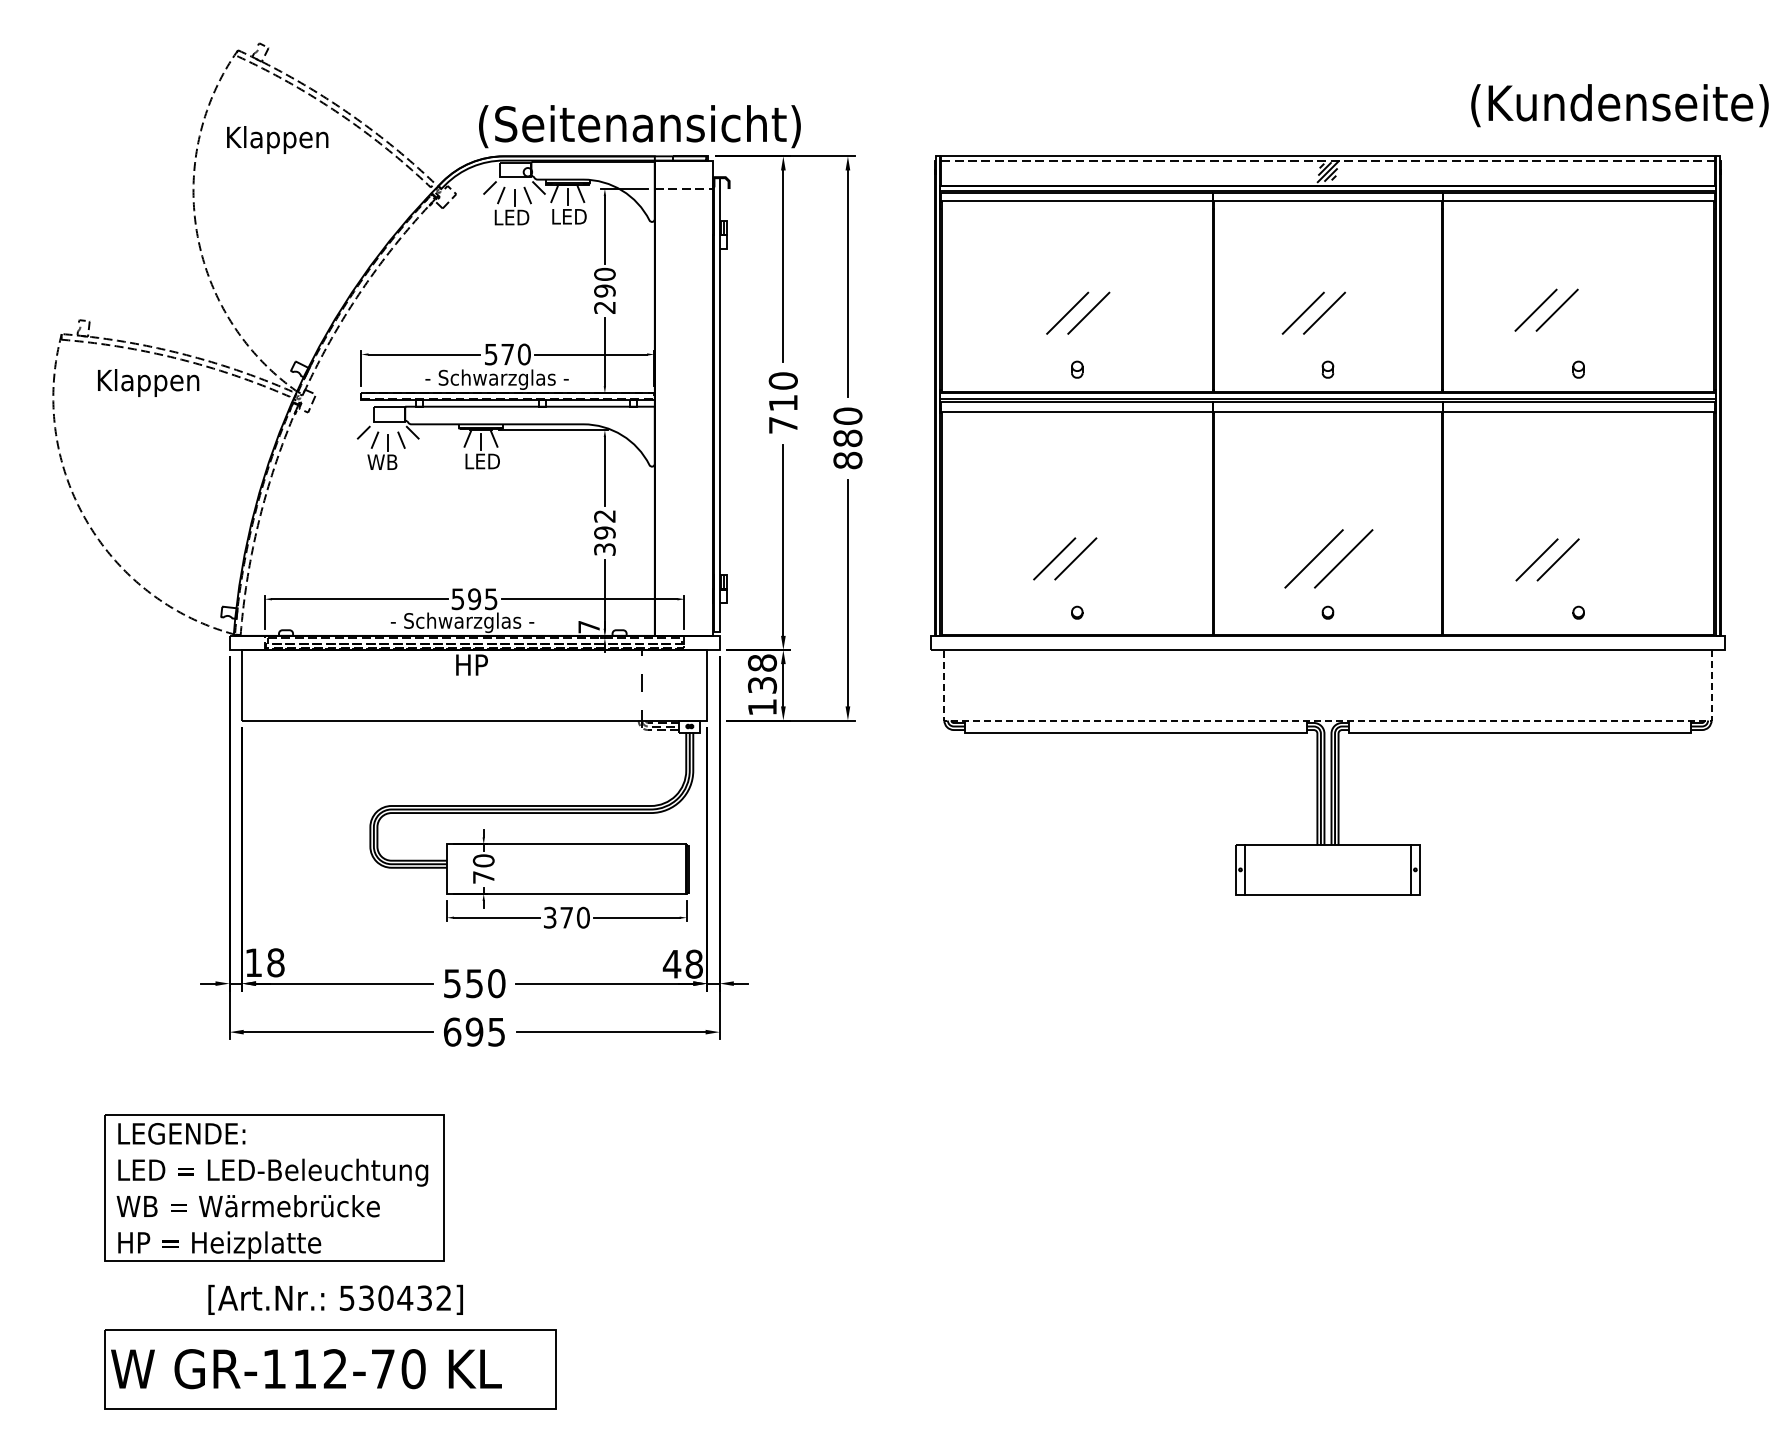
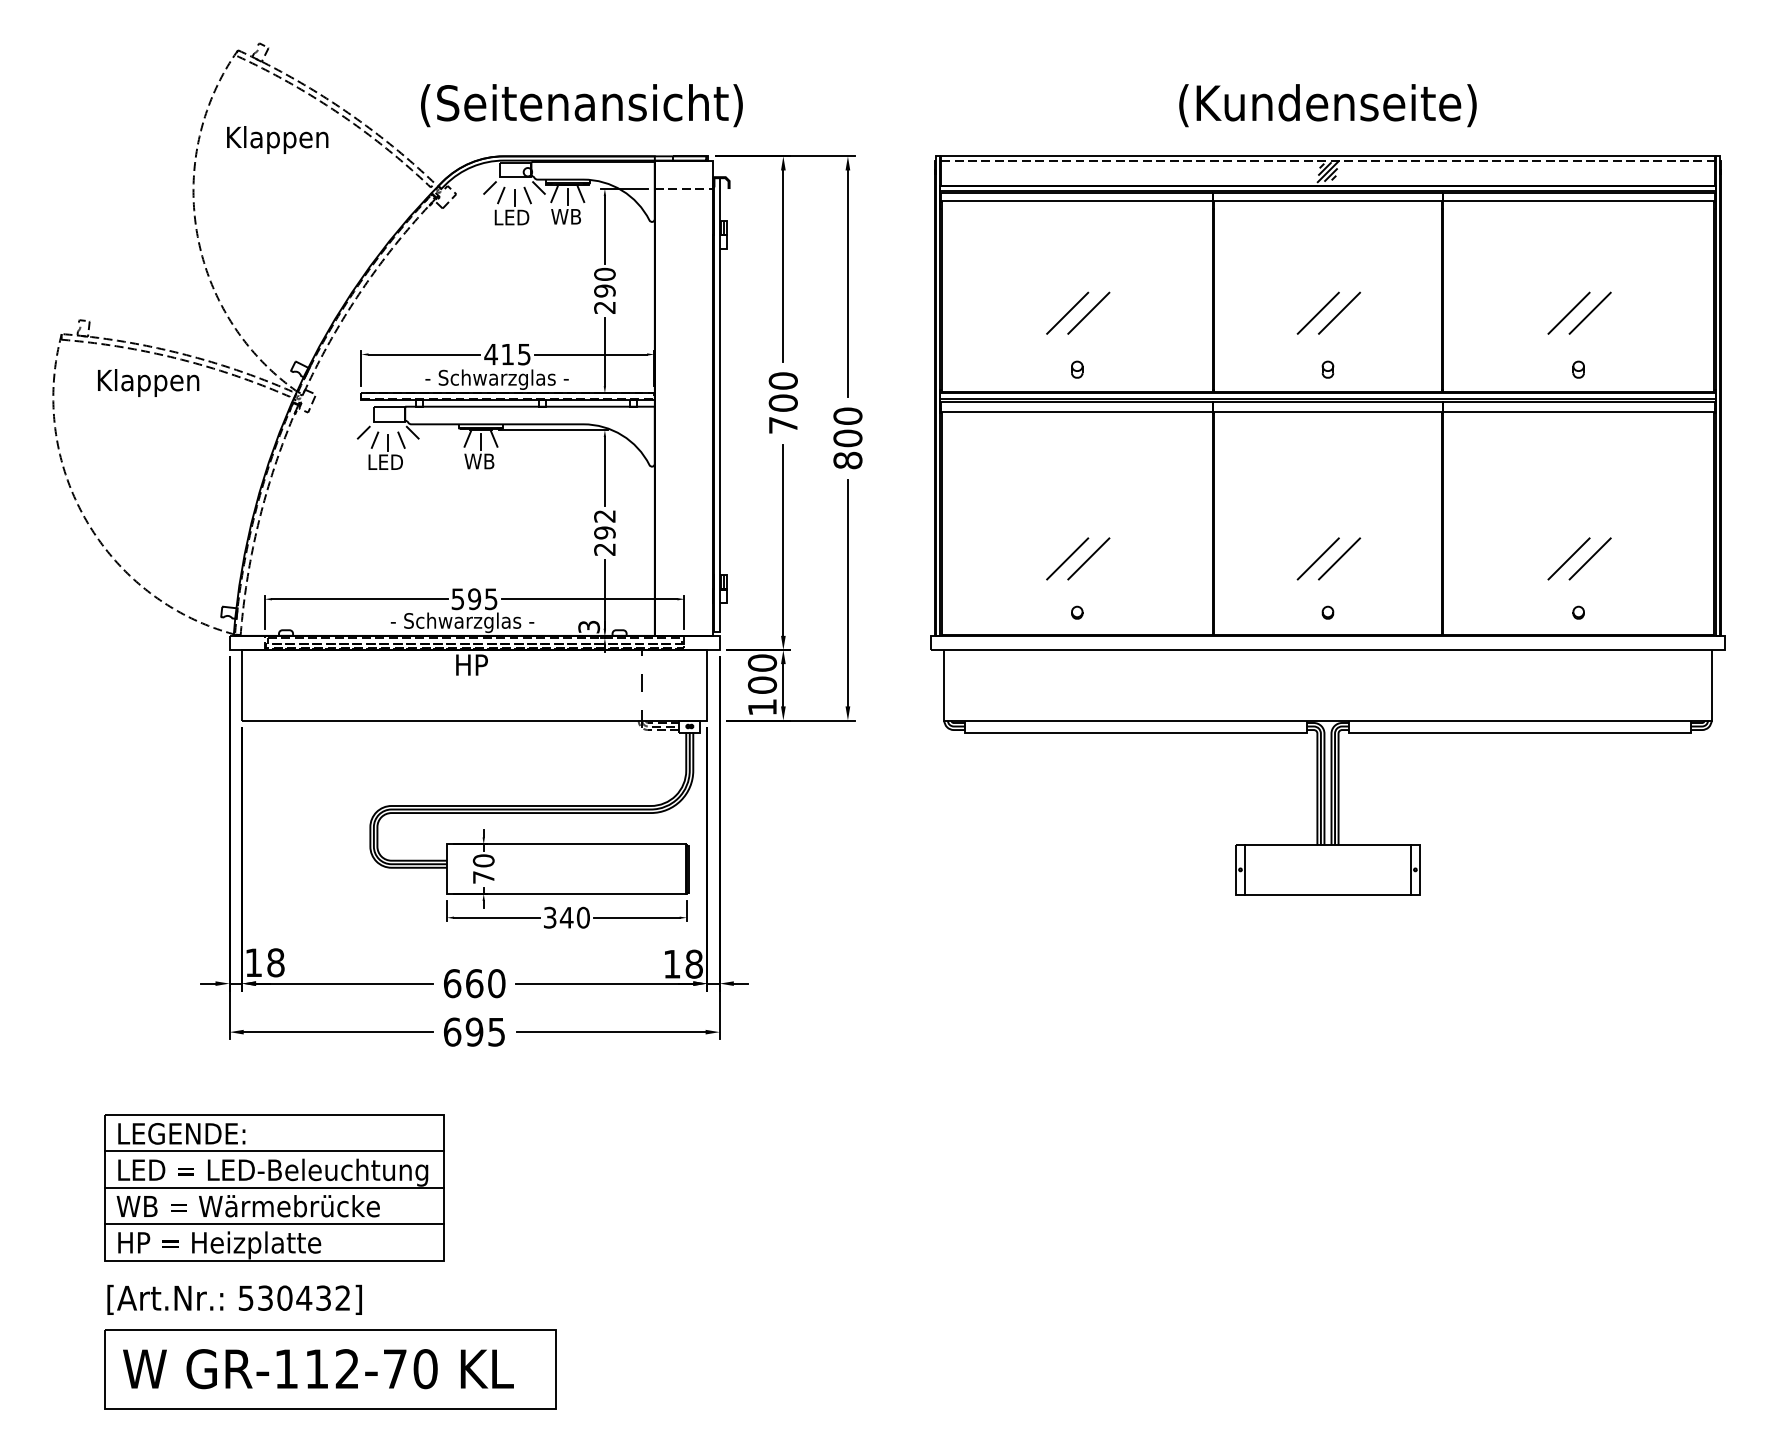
text at (1619, 105) position: (1619, 105) -> (1327, 105)
text at (639, 126) position: (639, 126) -> (581, 105)
text at (568, 216): LED -> WB
part at (1546, 309) position: (1546, 309) -> (1579, 312)
part at (1313, 312) position: (1313, 312) -> (1328, 312)
text at (507, 354): 570 -> 415
text at (782, 402): 710 -> 700
text at (848, 438): 880 -> 800
text at (384, 461): WB -> LED
text at (481, 461): LED -> WB
text at (604, 549): 392 -> 292
part at (1061, 553) position: (1061, 553) -> (1074, 553)
part at (1543, 554) position: (1543, 554) -> (1575, 553)
part at (1328, 558) size: 90x60 px -> 66x44 px
text at (589, 626): 7 -> 3
text at (762, 673): 138 -> 100
line at (1327, 720): dashed -> solid
text at (566, 917): 370 -> 340
text at (671, 964): 48 -> 18
text at (463, 983): 550 -> 660
line at (274, 1151): none -> present
line at (274, 1187): none -> present
line at (274, 1224): none -> present
text at (335, 1299) position: (335, 1299) -> (234, 1299)
text at (306, 1369) position: (306, 1369) -> (318, 1369)
